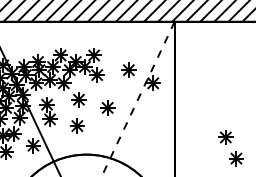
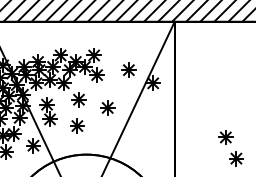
line at (138, 99): dashed -> solid
